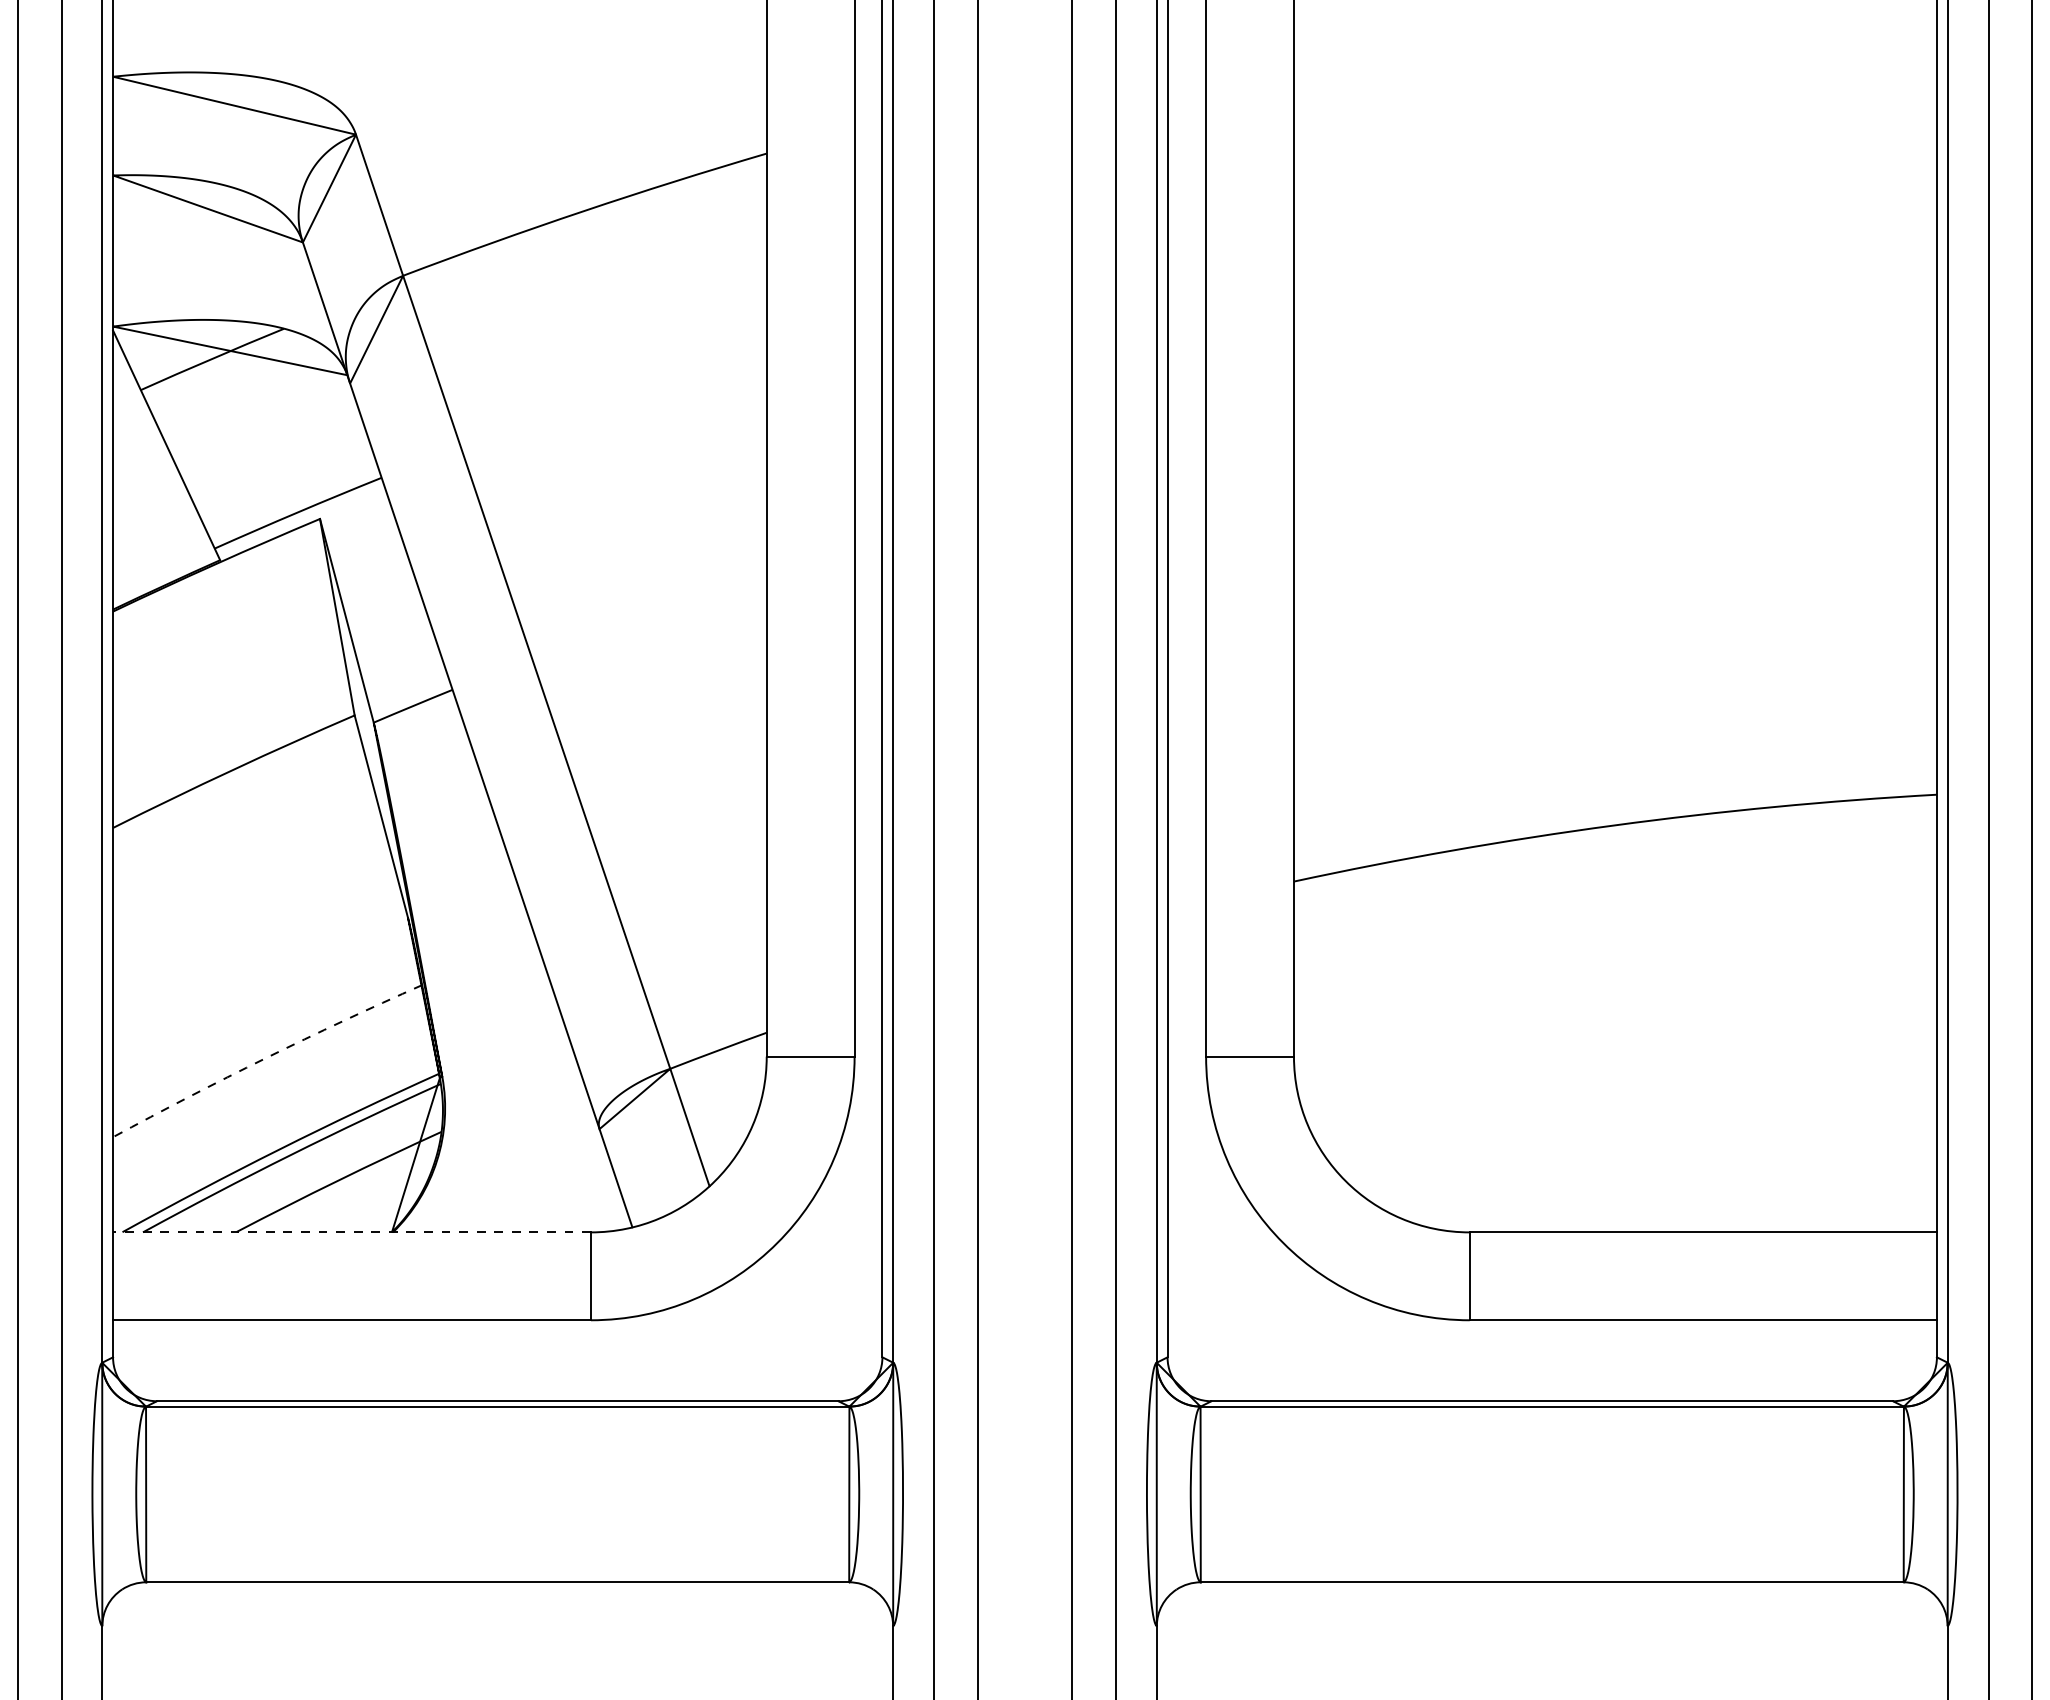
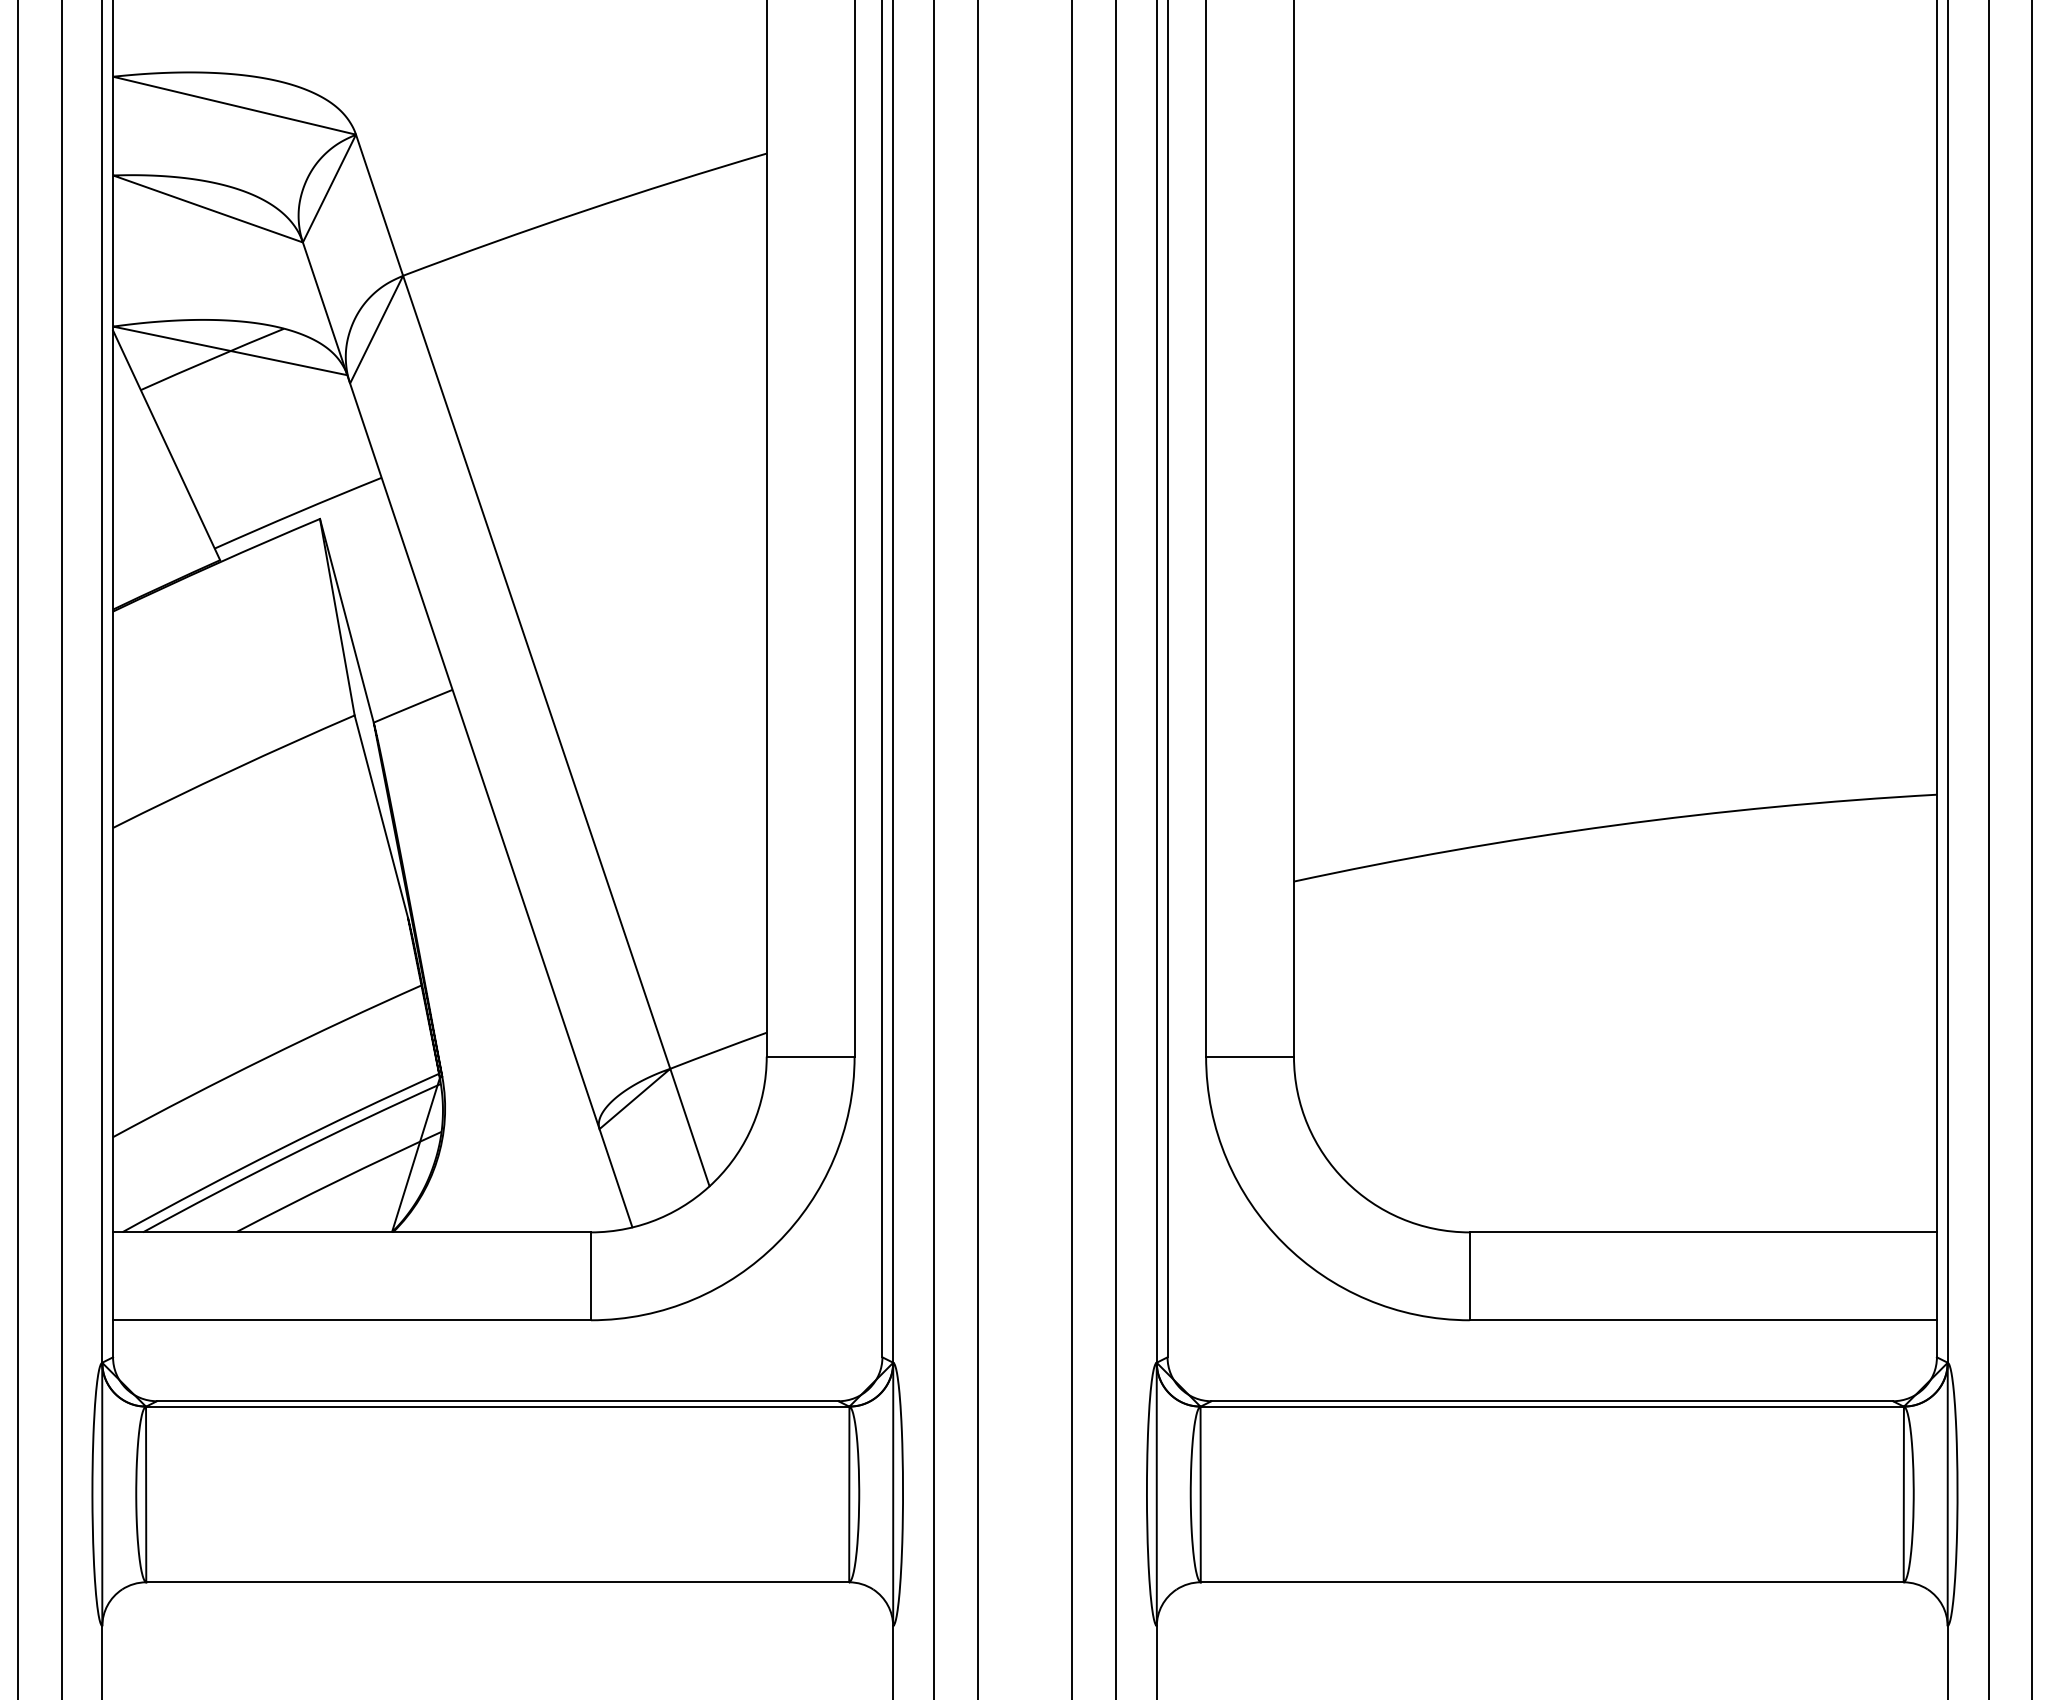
arc at (265, 1058): dashed -> solid
line at (352, 1232): dashed -> solid
